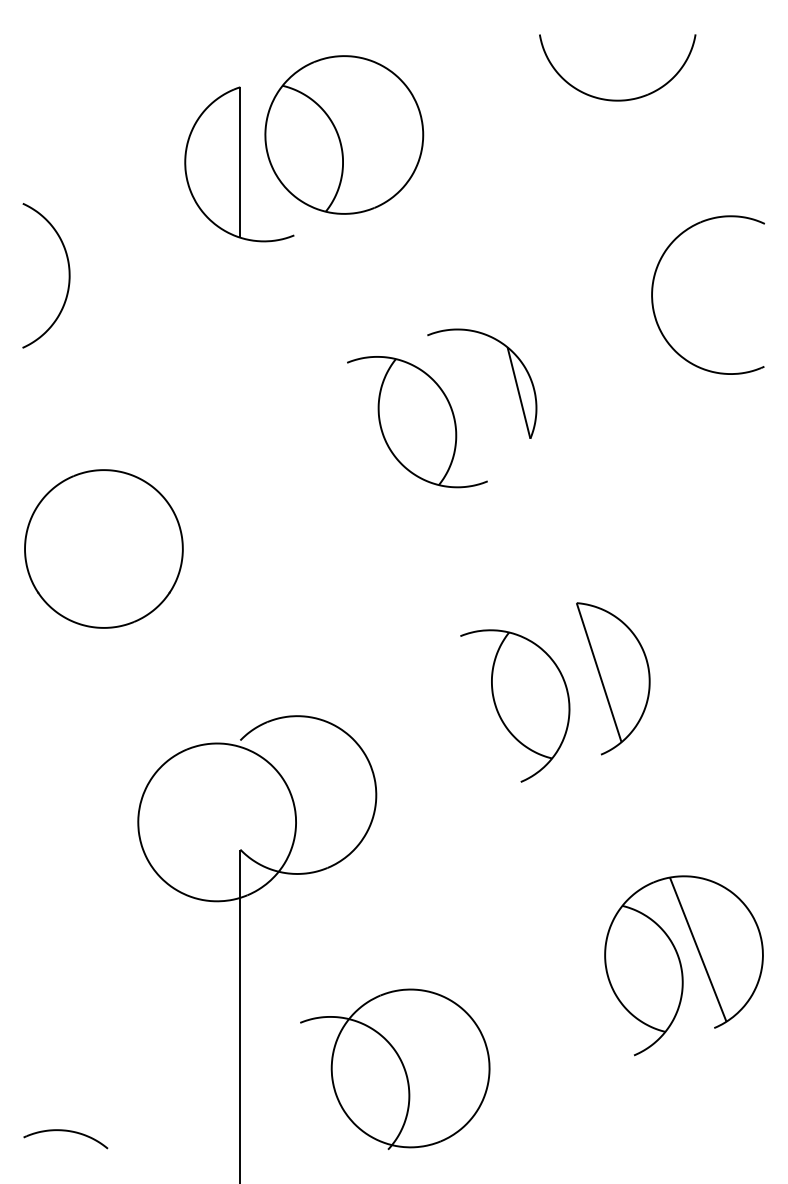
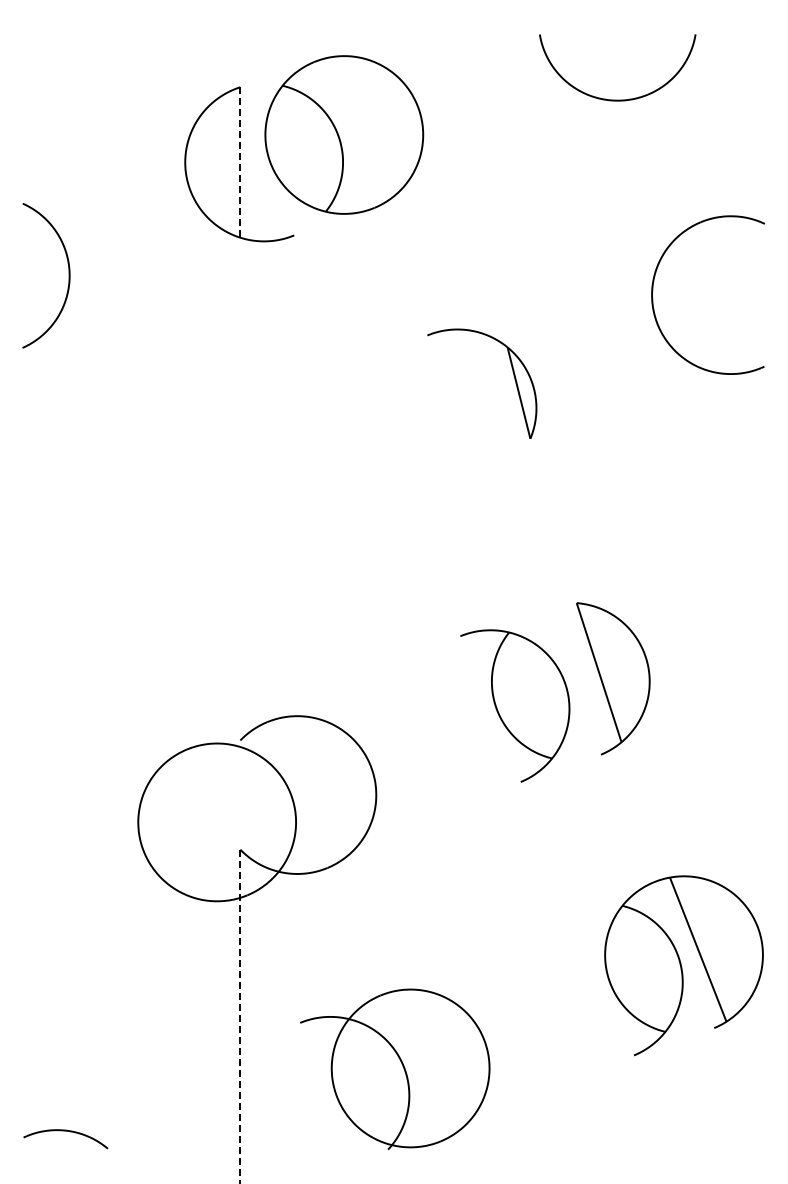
line at (240, 163): solid -> dashed
part at (417, 422): present -> none
part at (103, 548): present -> none
line at (240, 1016): solid -> dashed
